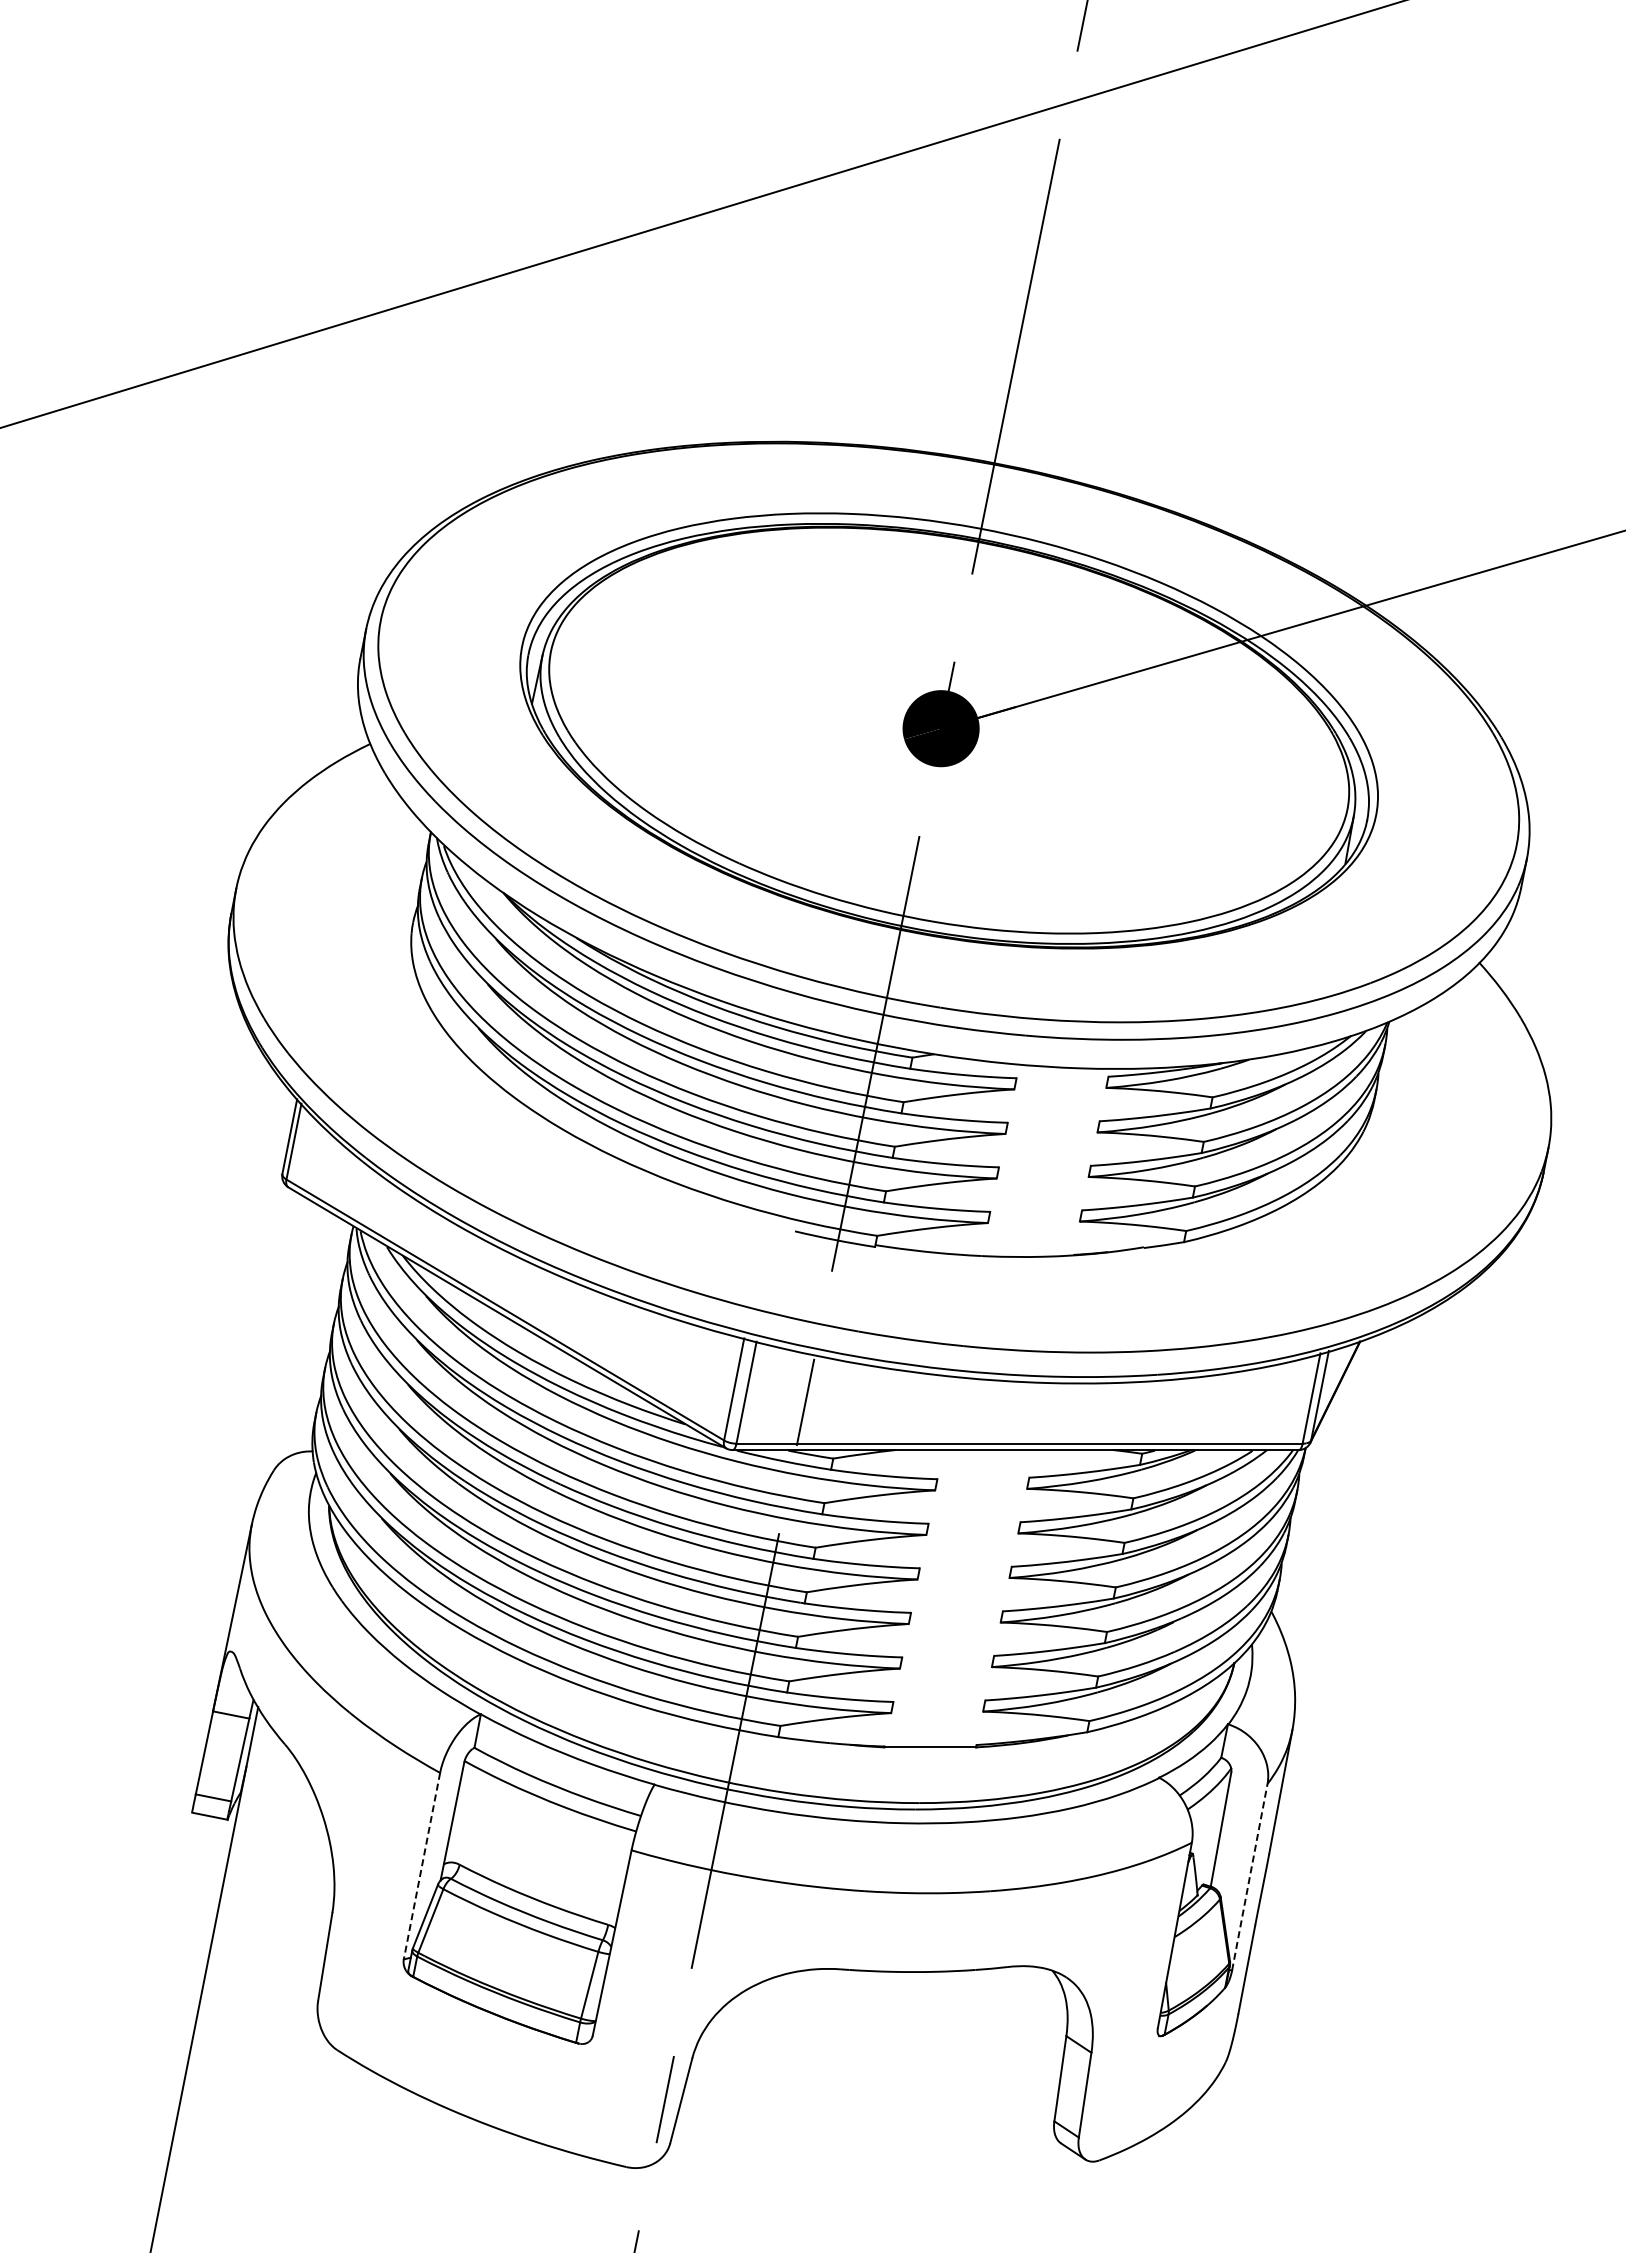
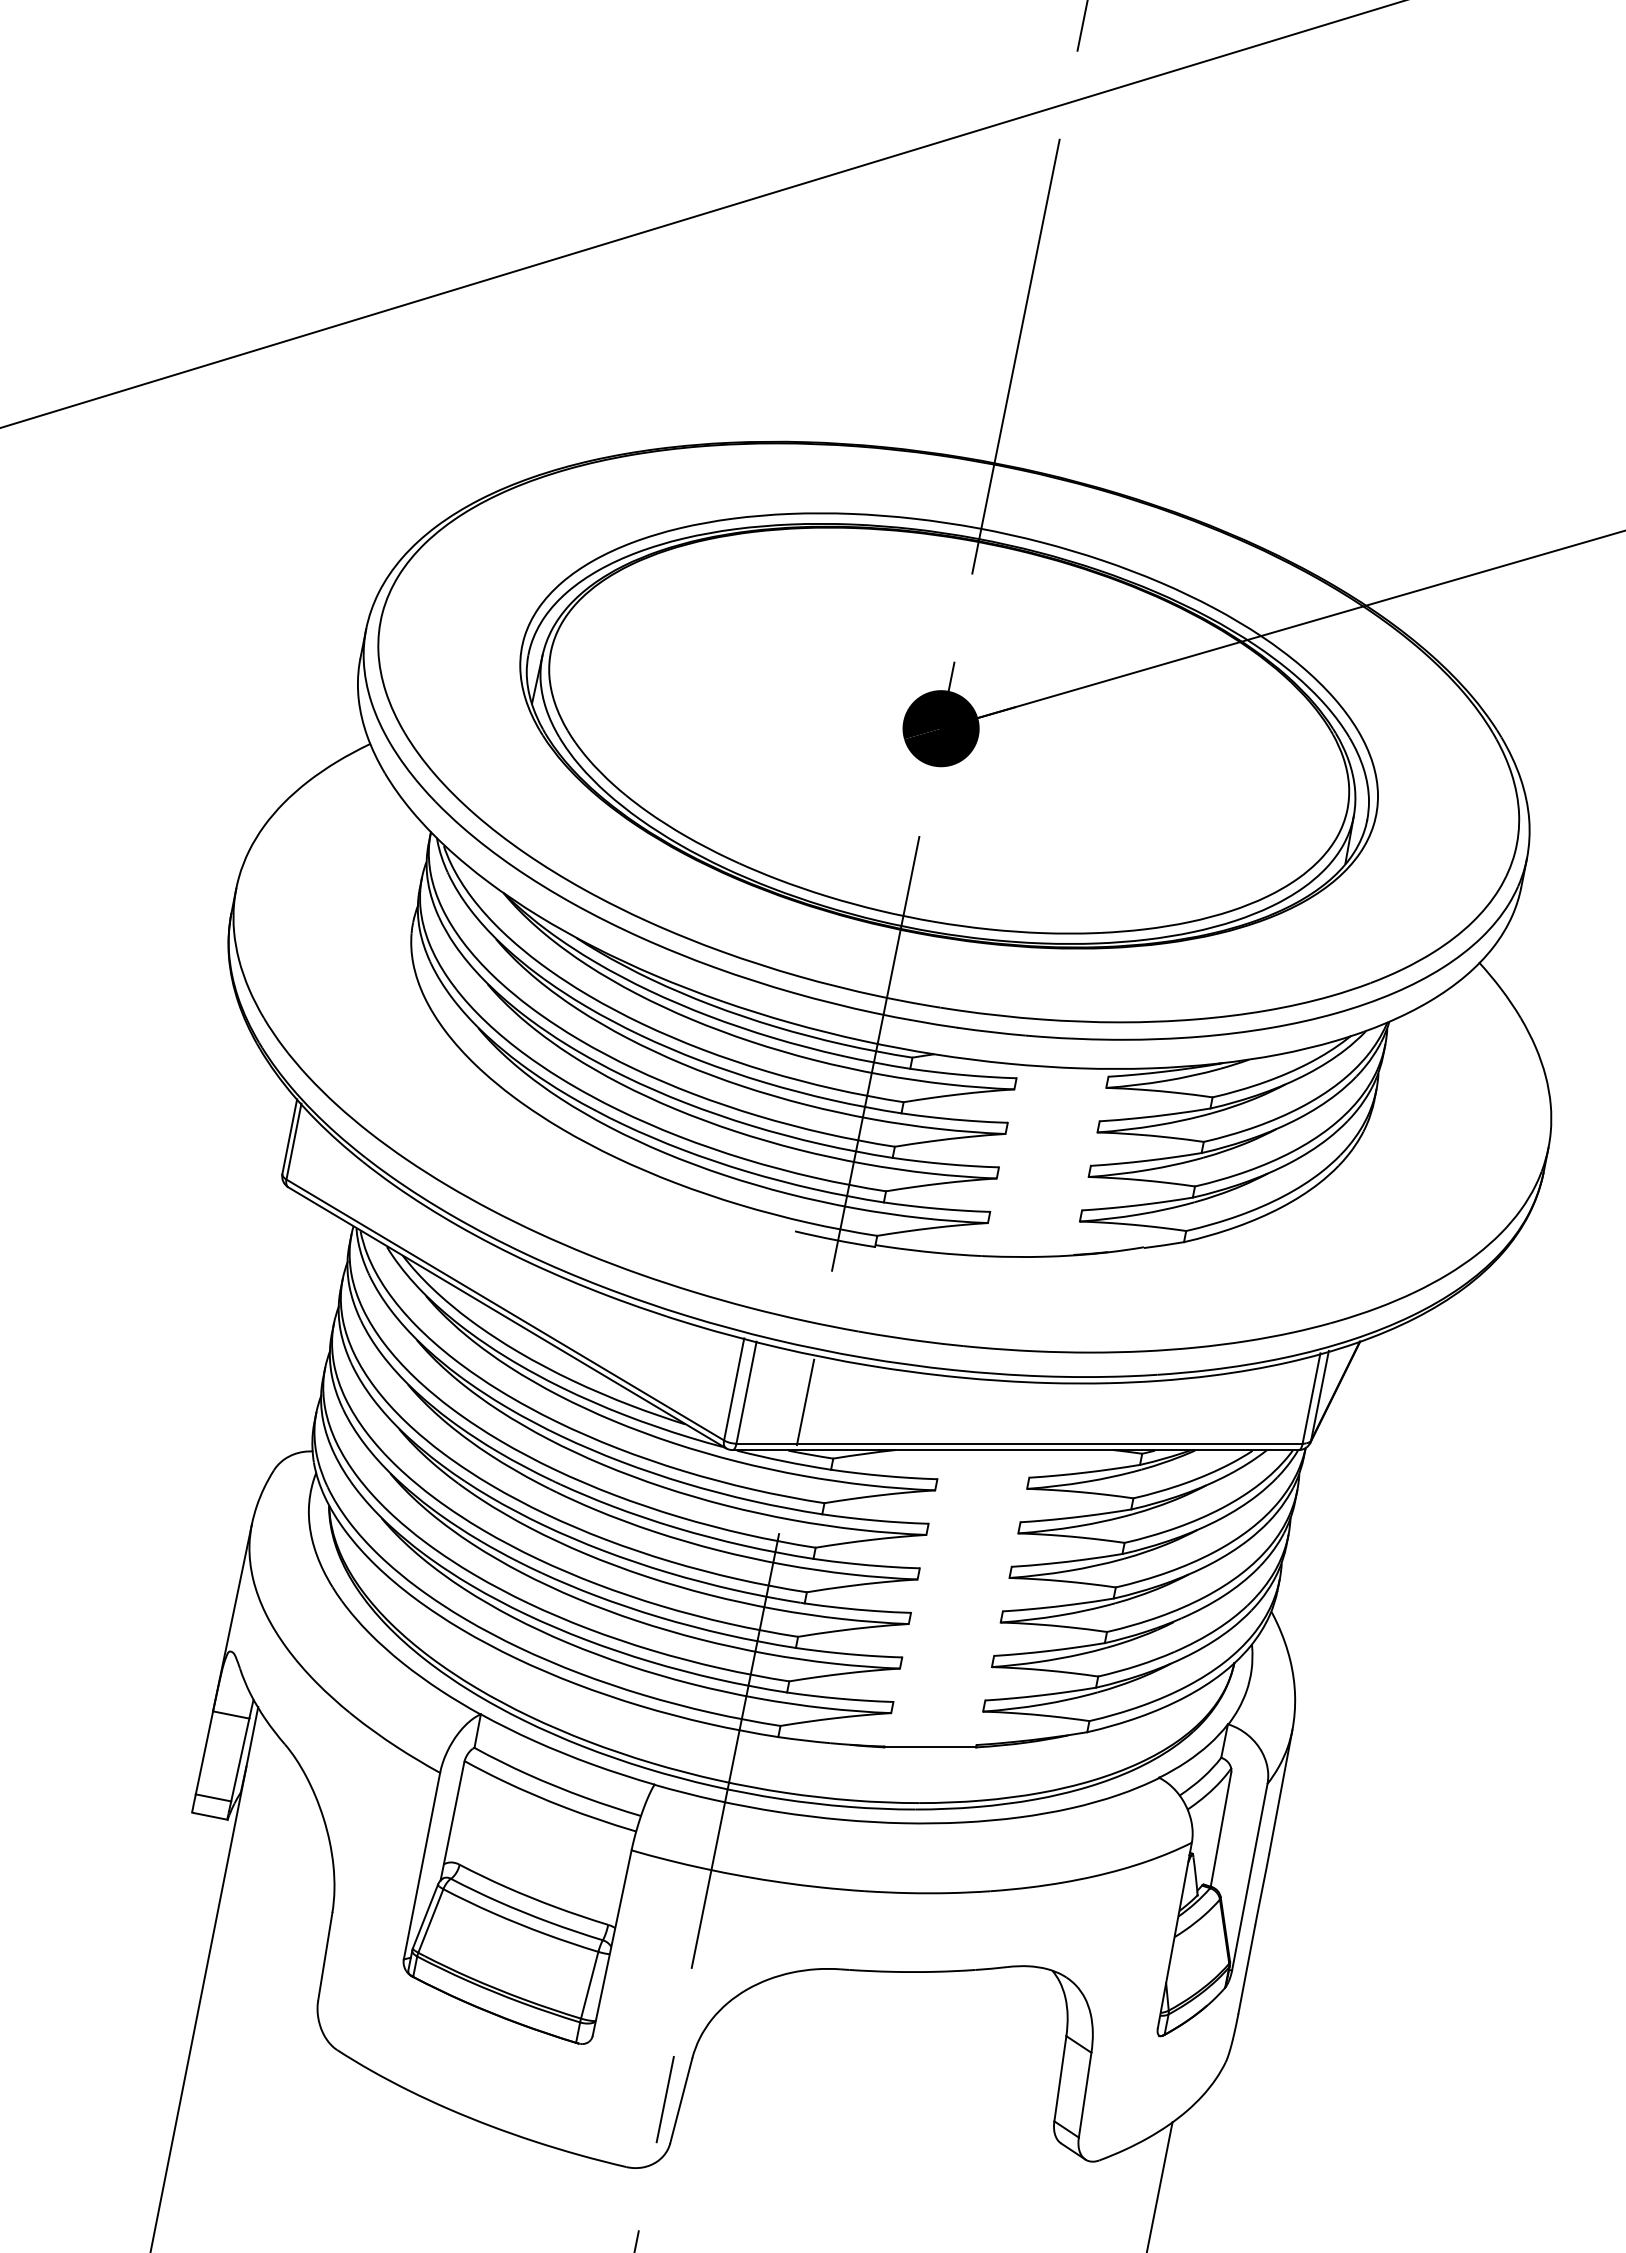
line at (421, 1866): dashed -> solid
line at (1249, 1877): dashed -> solid
line at (1159, 2185): none -> present
